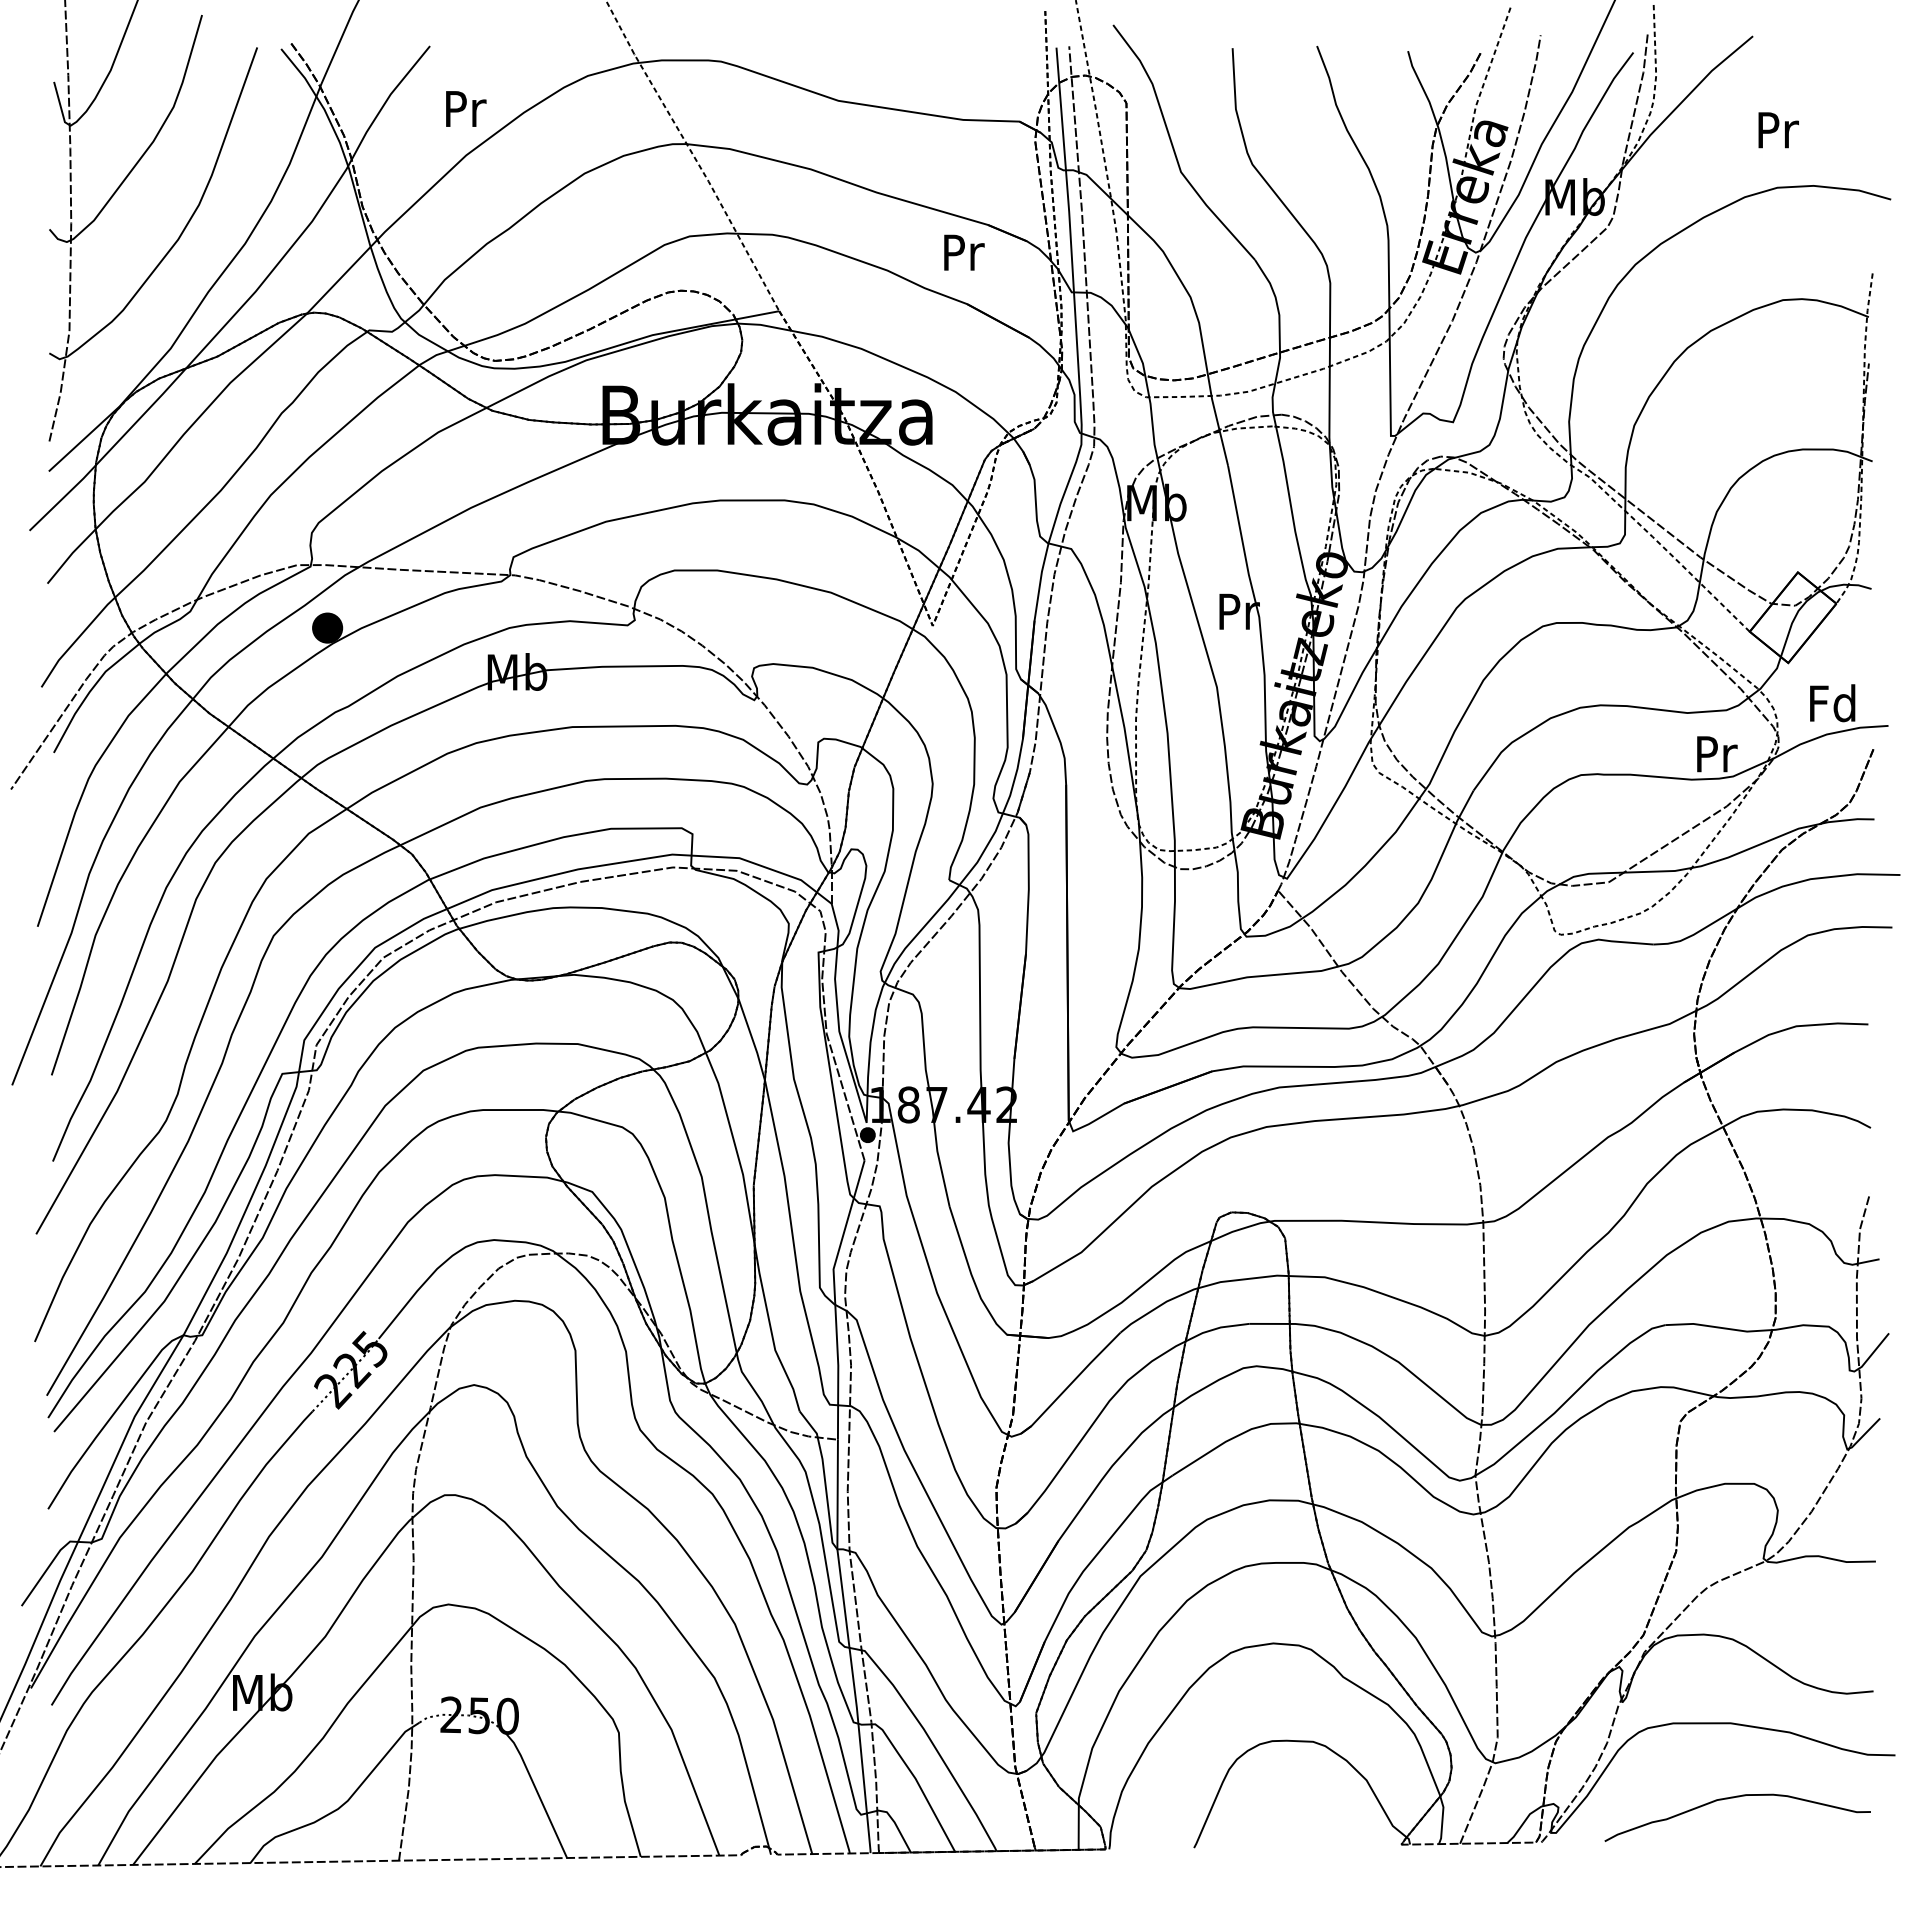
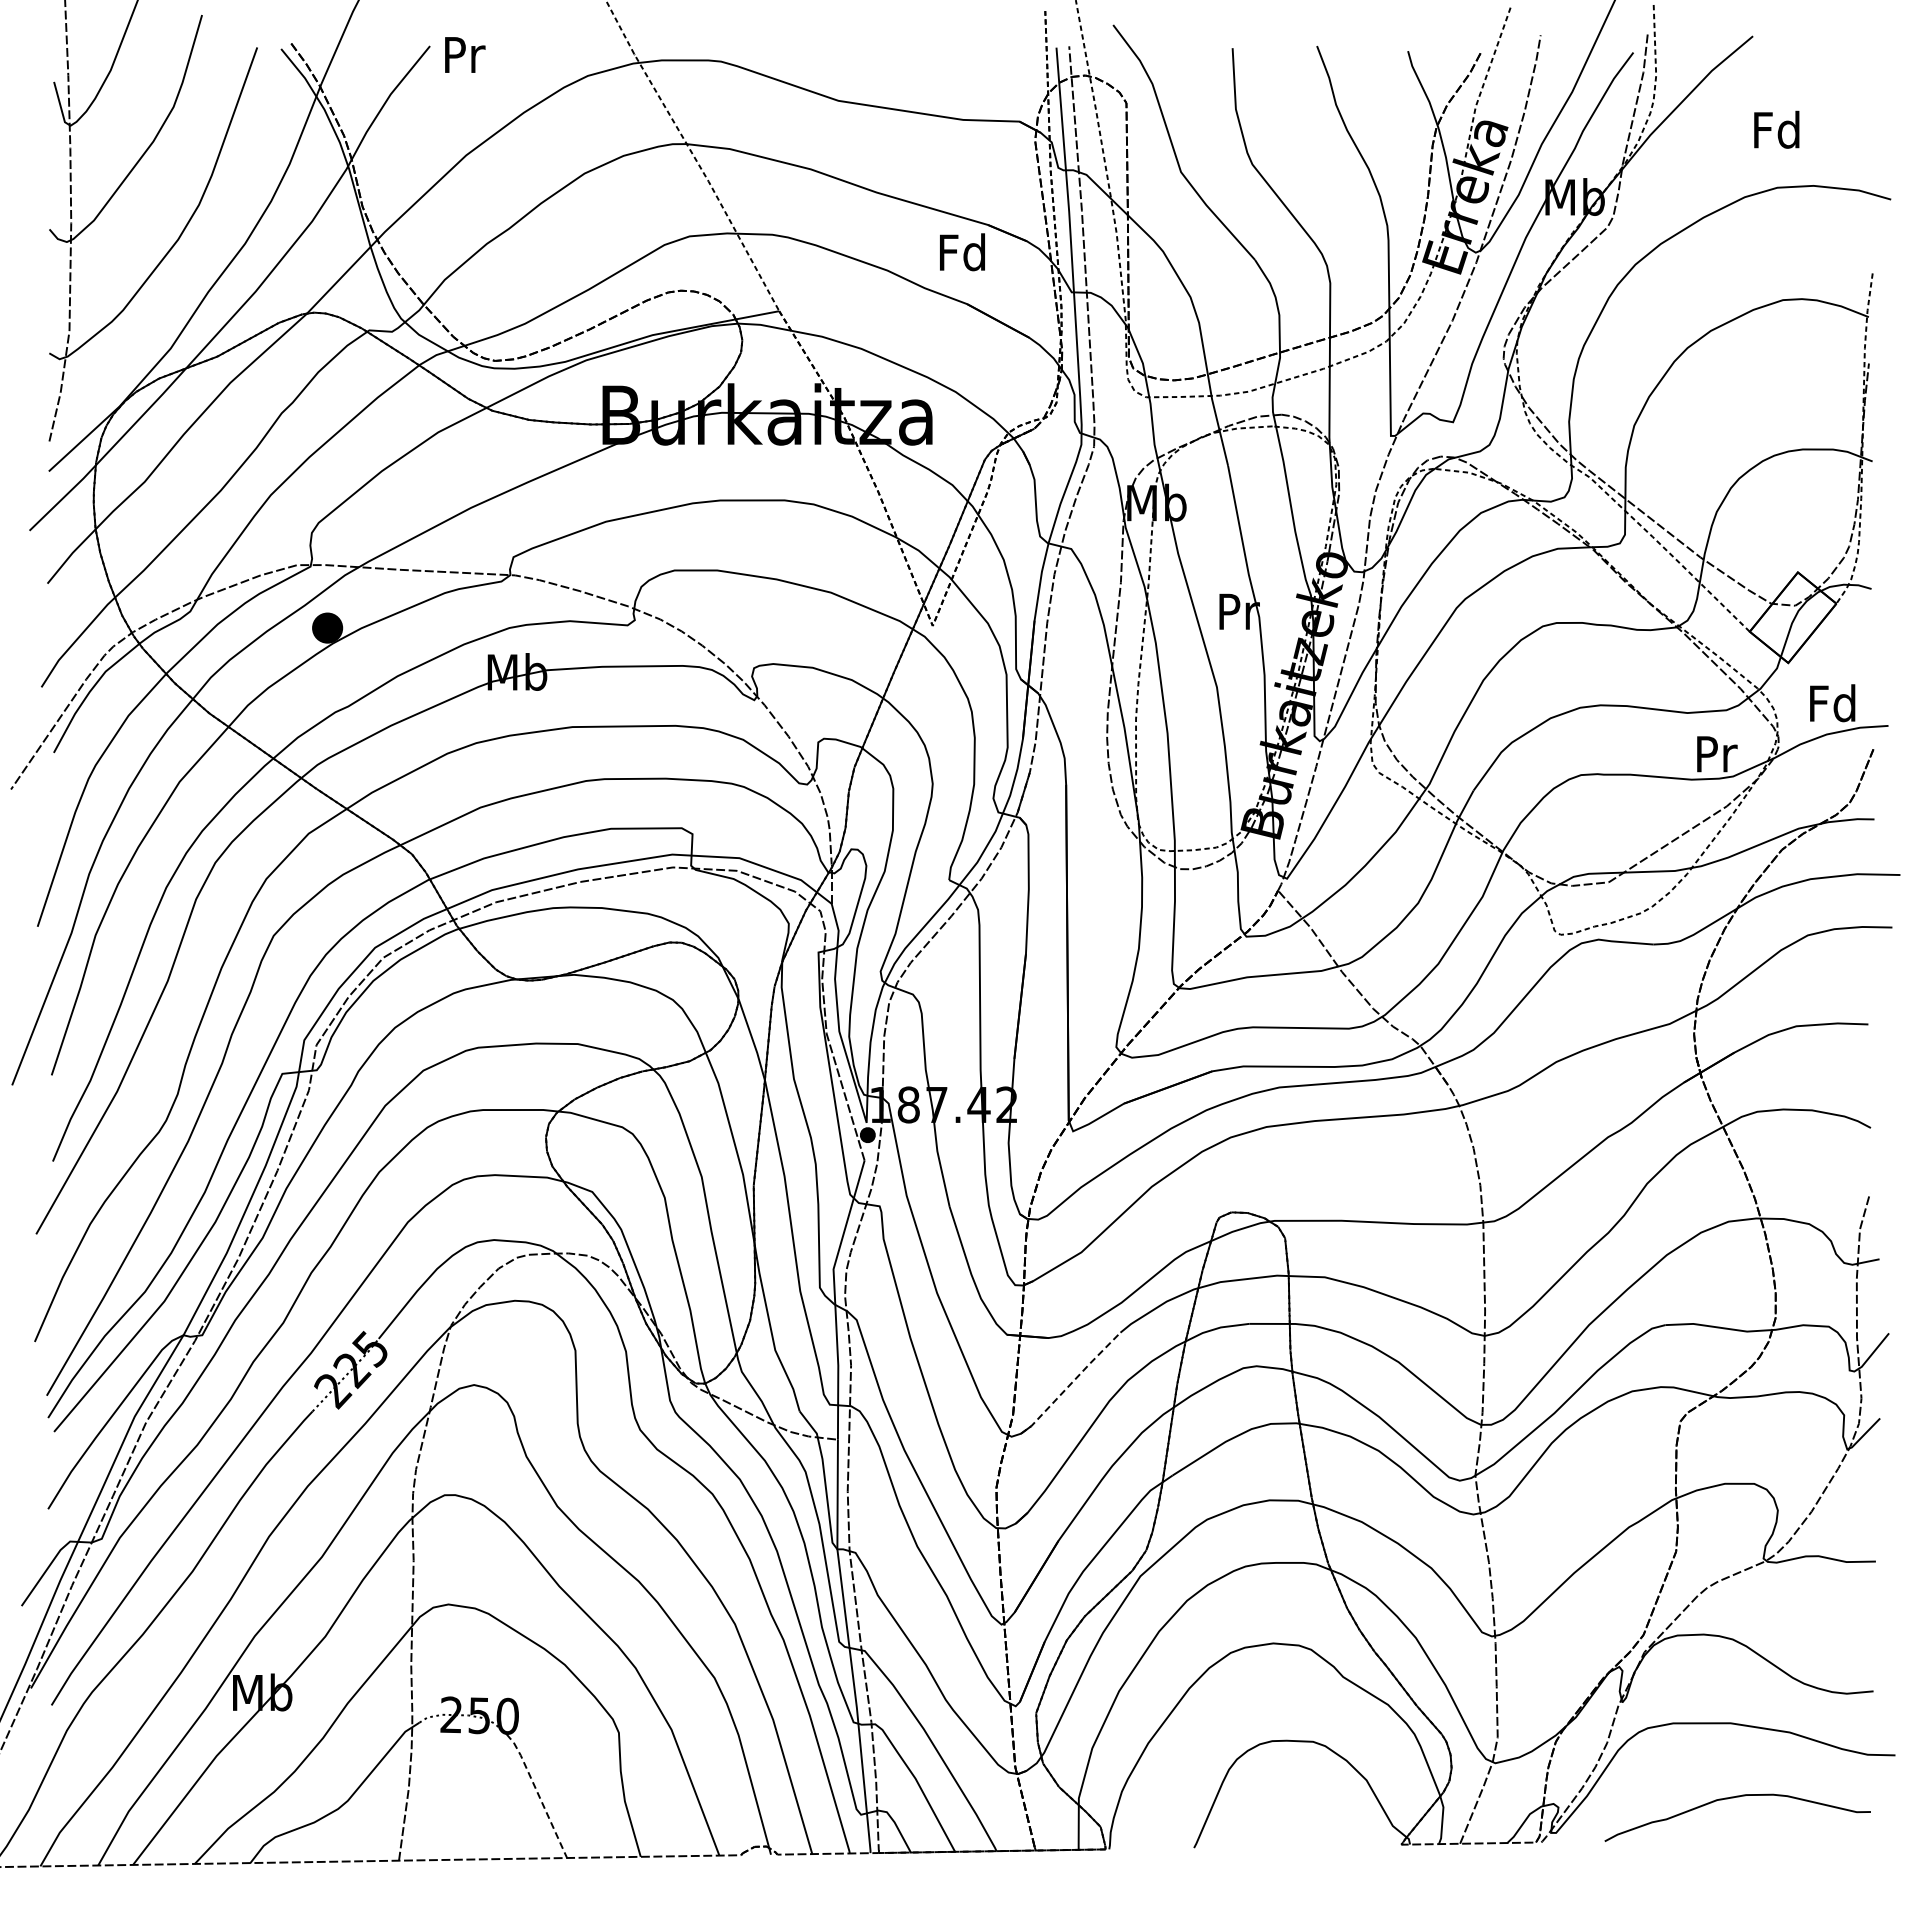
text at (466, 108) position: (466, 108) -> (465, 54)
text at (1776, 129): Pr -> Fd
text at (962, 252): Pr -> Fd
line at (1071, 1383): solid -> dashed
line at (537, 1793): solid -> dashed
